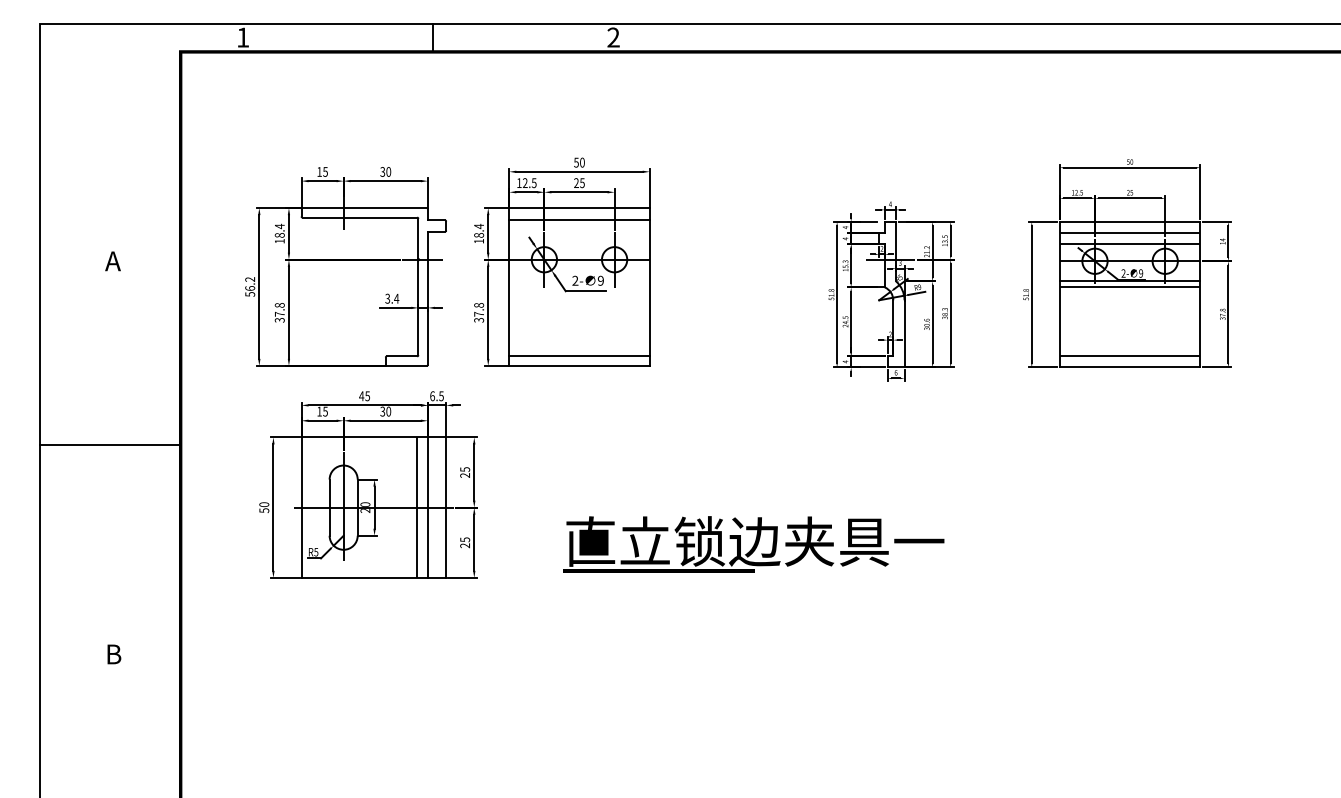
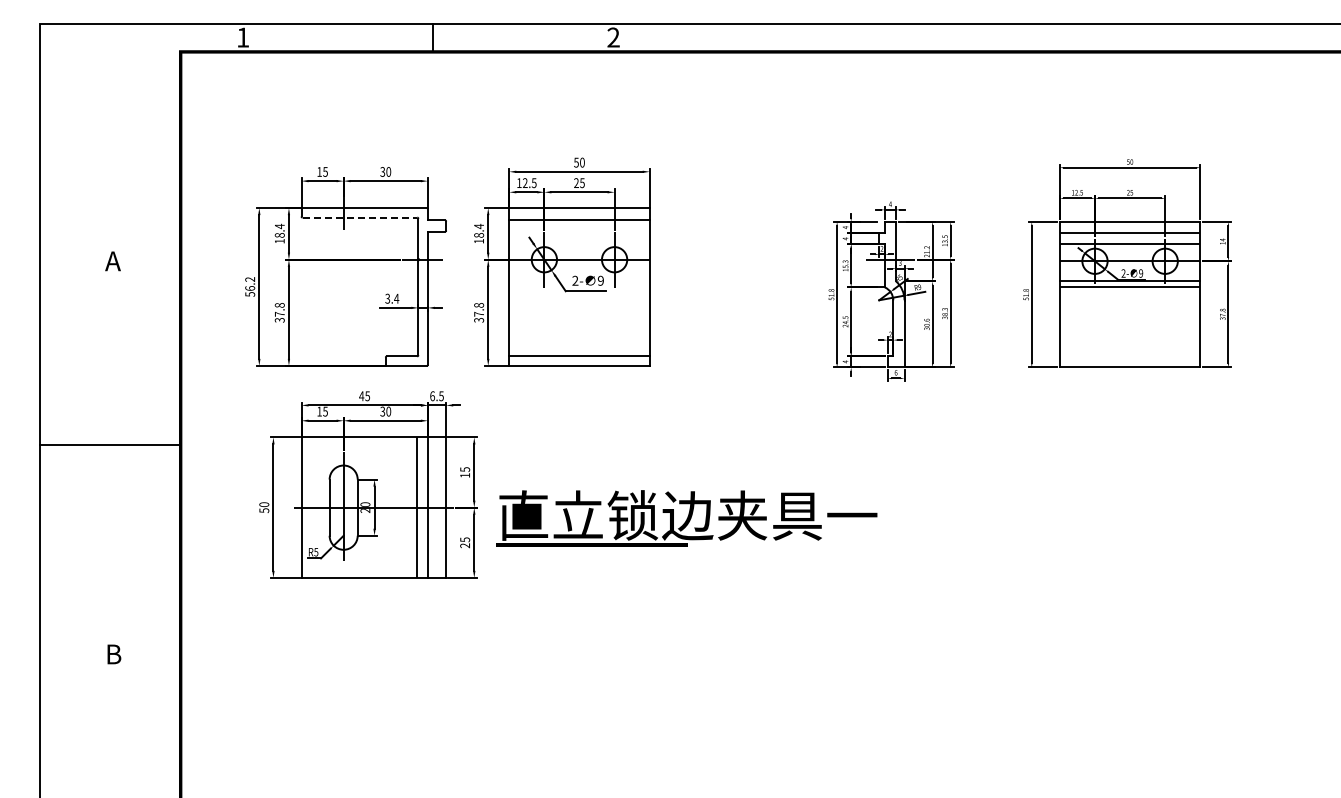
line at (360, 217): solid -> dashed
line at (1129, 356): present -> none
text at (464, 475): 25 -> 15
text at (753, 544) position: (753, 544) -> (686, 518)
